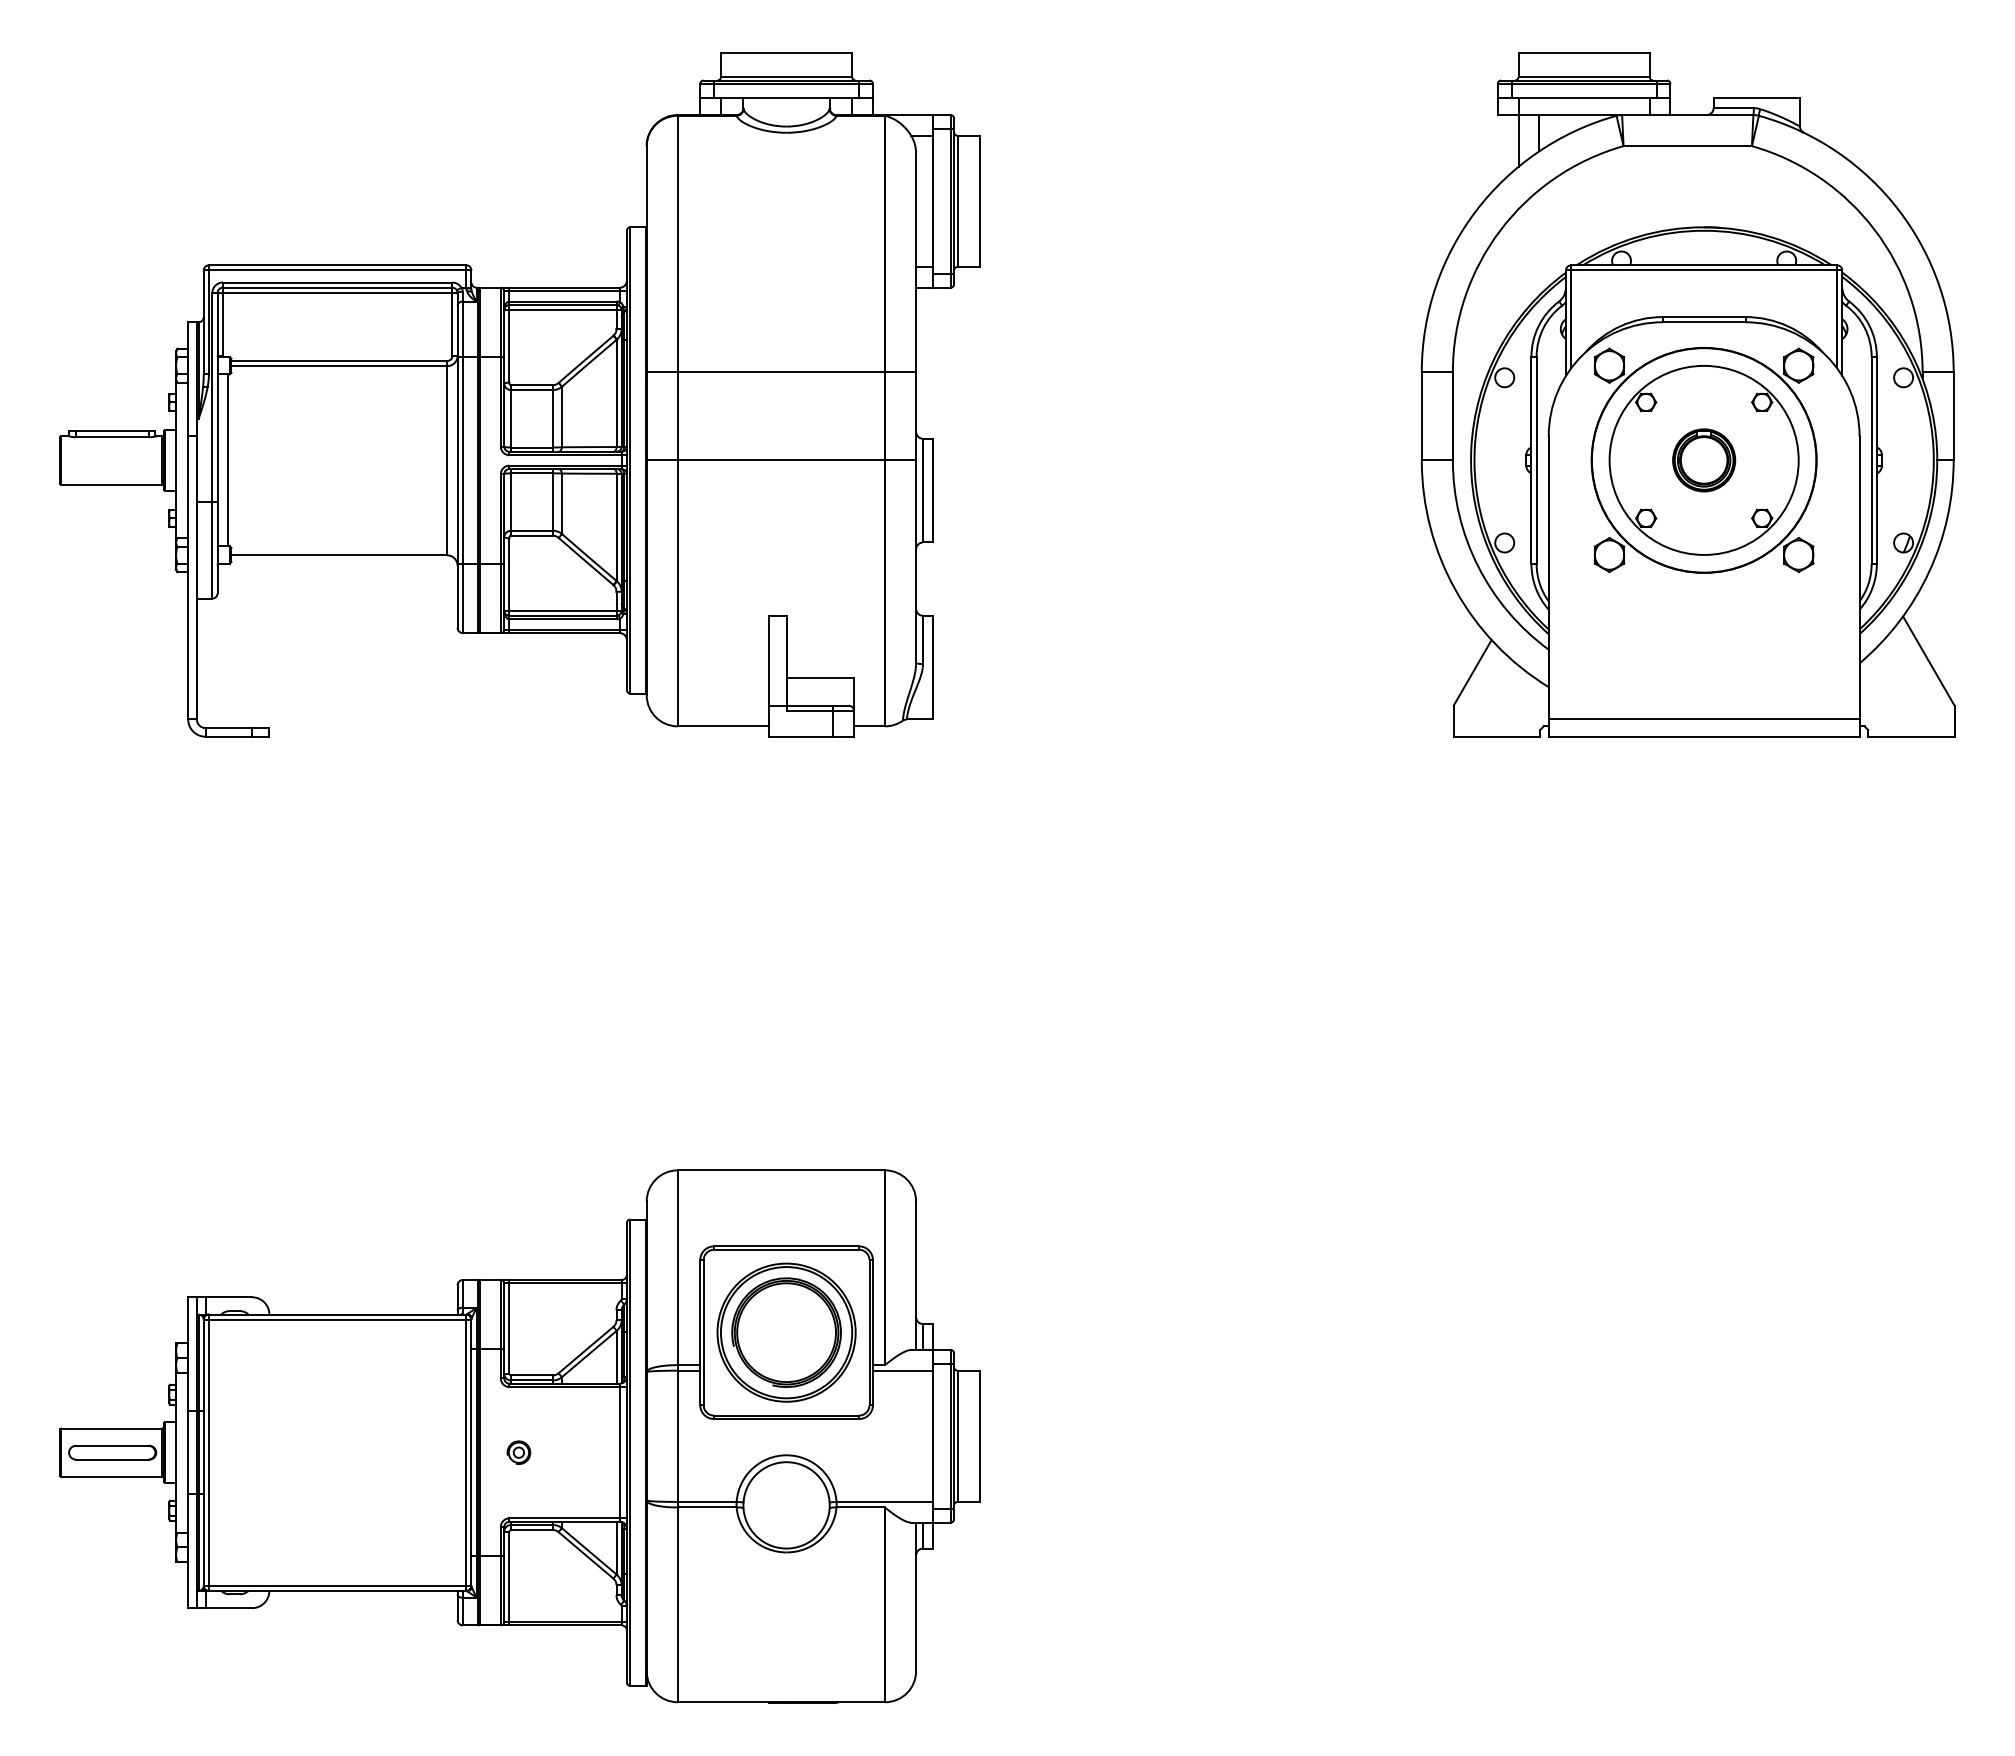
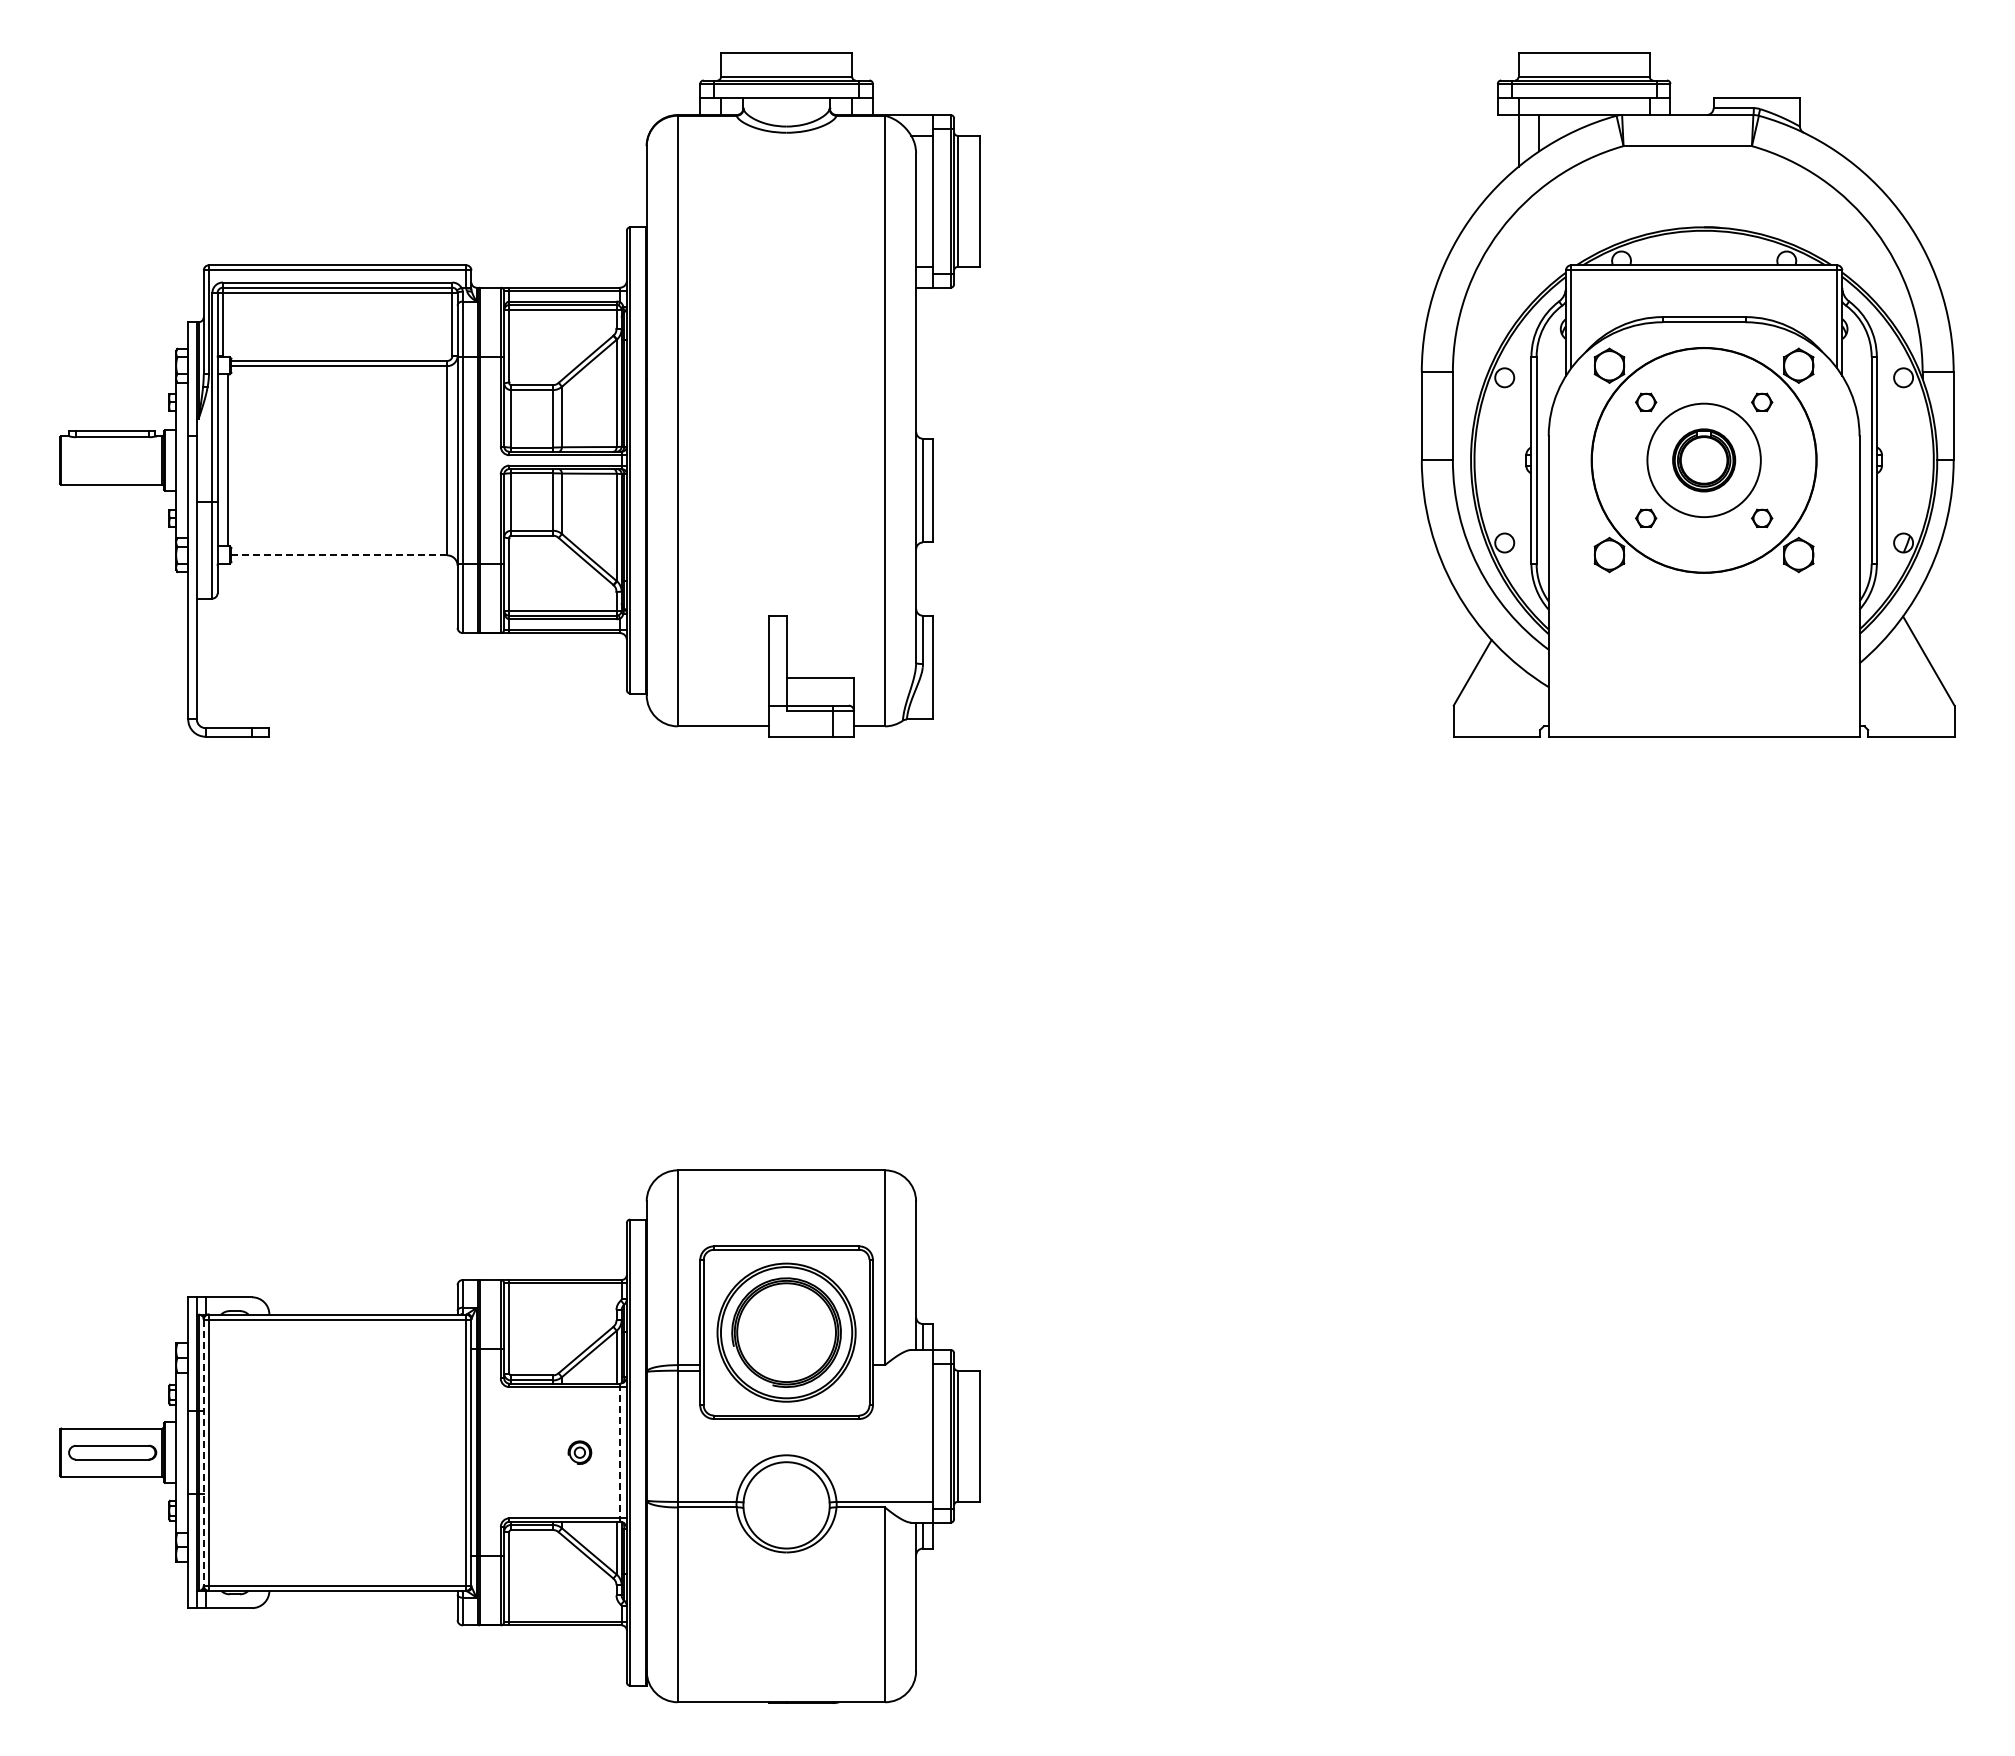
line at (781, 372): present -> none
circle at (1703, 459) diameter: 189 px -> 113 px
line at (781, 460): present -> none
line at (339, 555): solid -> dashed
line at (1703, 719): present -> none
line at (902, 1370): present -> none
line at (203, 1452): solid -> dashed
part at (518, 1452) position: (518, 1452) -> (579, 1452)
line at (619, 1453): solid -> dashed
